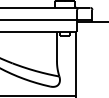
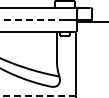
line at (33, 19): solid -> dashed
line at (38, 95): solid -> dashed
